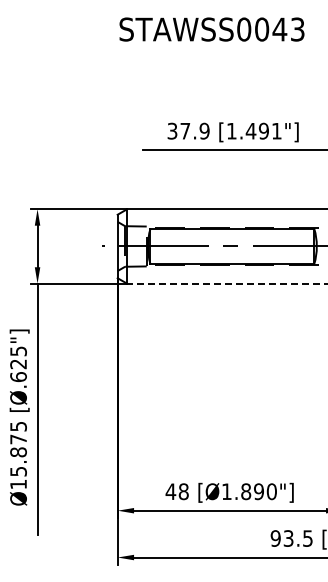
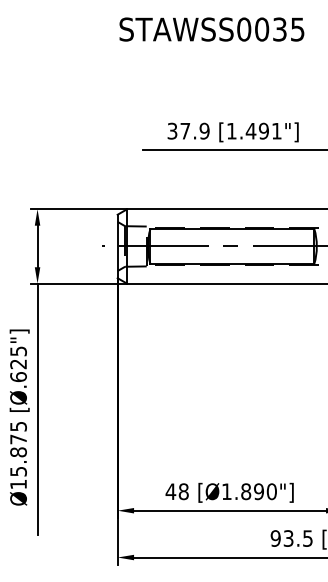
text at (288, 29): STAWSS0043 -> STAWSS0035
line at (226, 283): dashed -> solid
